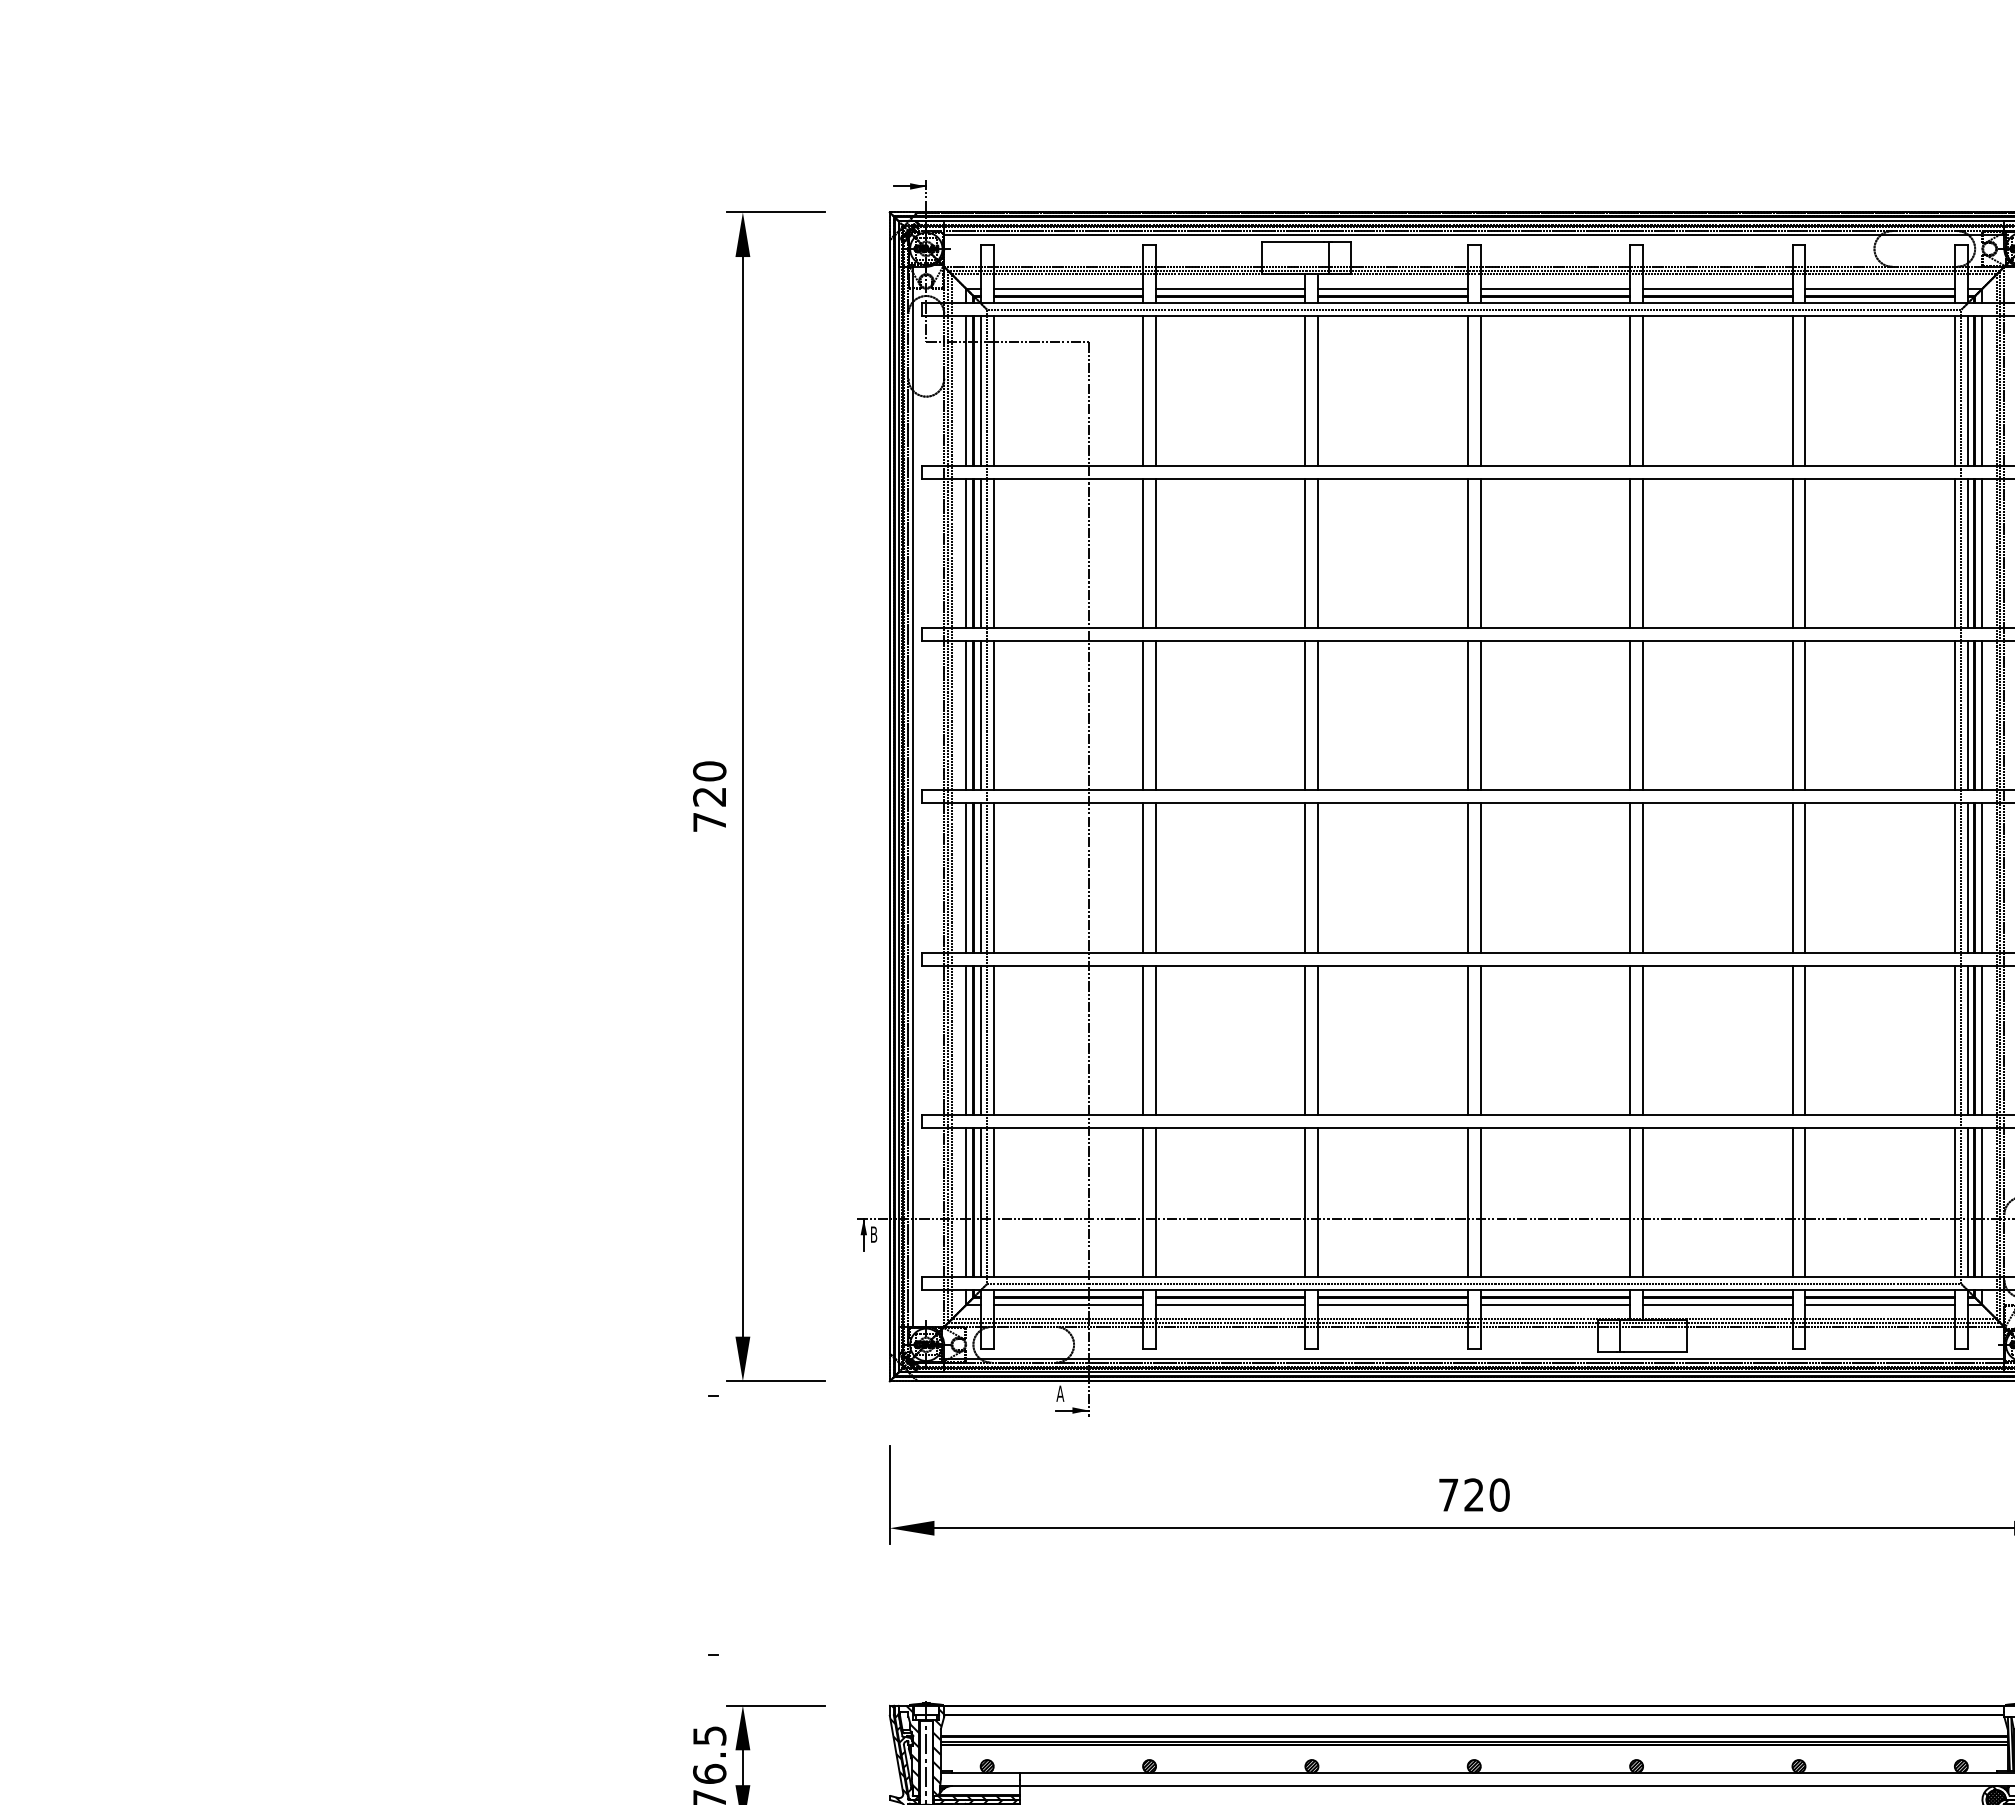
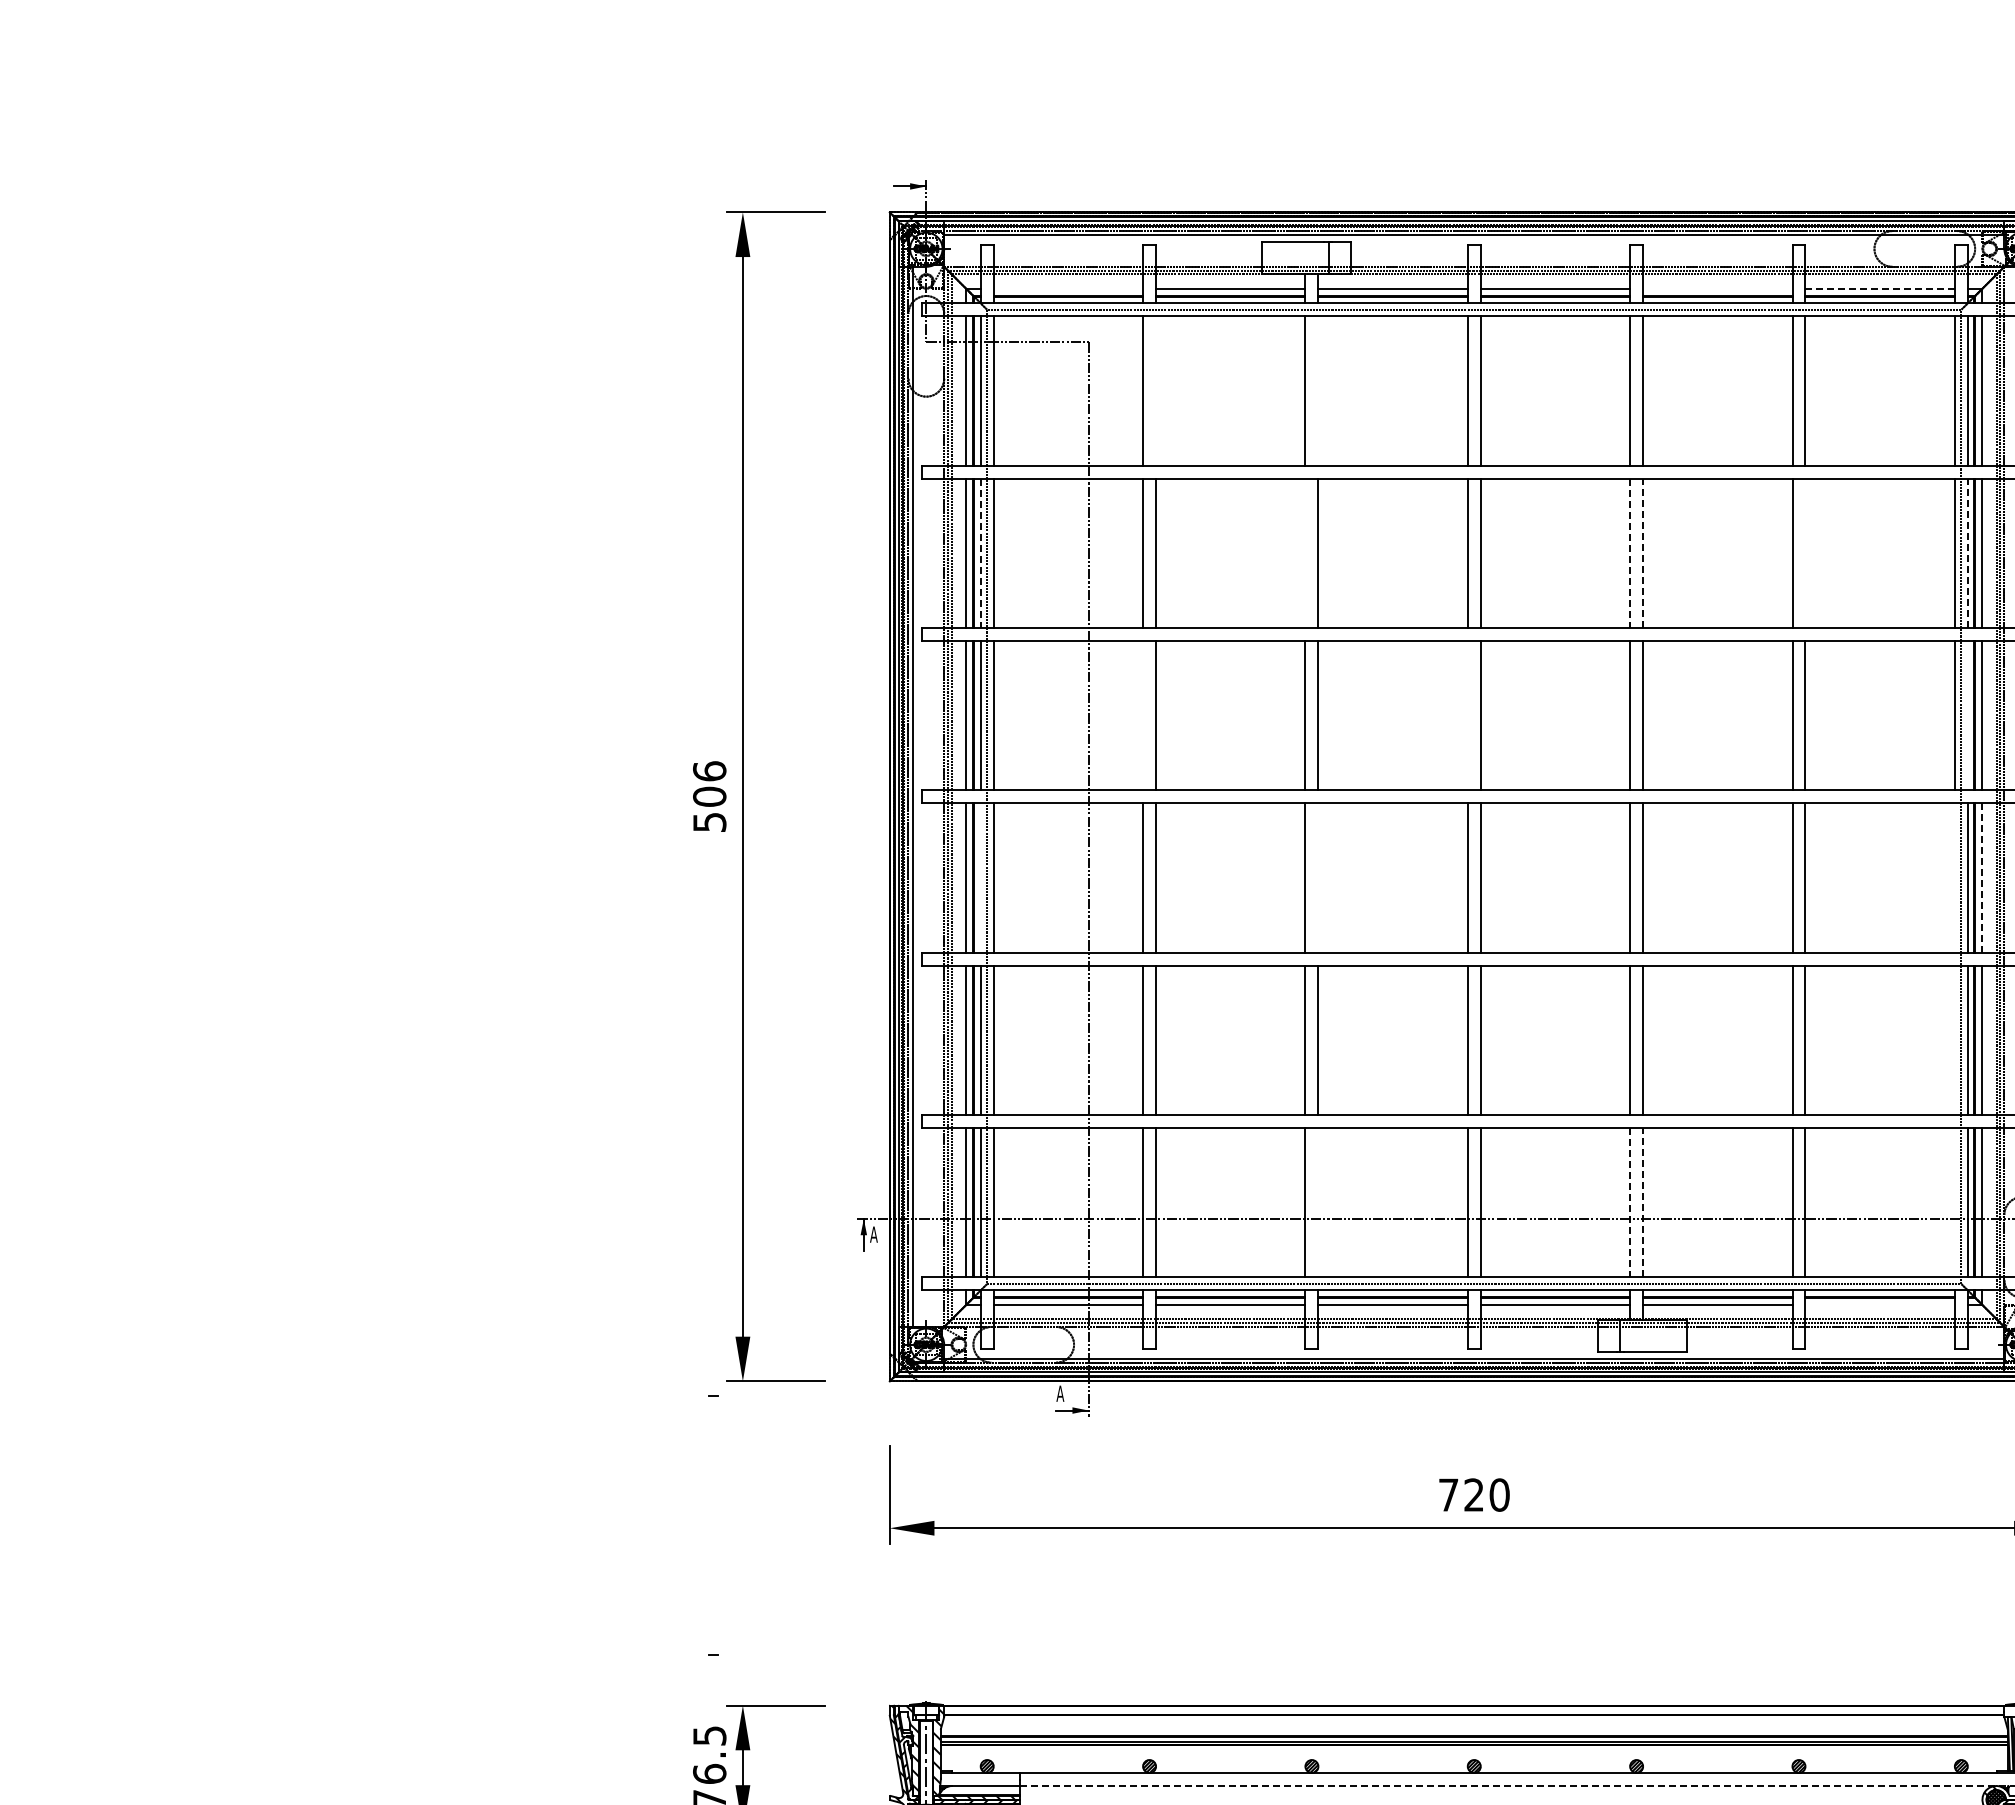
line at (1068, 288): present -> none
line at (1717, 288): present -> none
line at (1880, 288): solid -> dashed
line at (1156, 390): present -> none
line at (1318, 390): present -> none
line at (980, 553): solid -> dashed
line at (1305, 553): present -> none
line at (1630, 553): solid -> dashed
line at (1643, 553): solid -> dashed
line at (1805, 553): present -> none
line at (1967, 553): solid -> dashed
line at (1143, 715): present -> none
line at (1467, 715): present -> none
line at (1967, 715): present -> none
text at (709, 796): 720 -> 506
line at (980, 877): present -> none
line at (1318, 877): present -> none
line at (1954, 877): present -> none
line at (1982, 878): solid -> dashed
line at (1954, 1040): present -> none
line at (1318, 1202): present -> none
line at (1630, 1202): solid -> dashed
line at (1643, 1202): solid -> dashed
line at (1954, 1202): present -> none
text at (873, 1234): B -> A
line at (1879, 1305): present -> none
line at (1517, 1786): solid -> dashed
